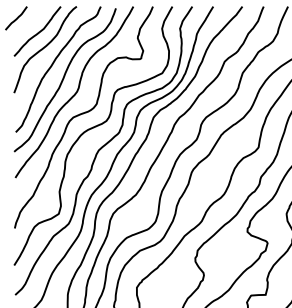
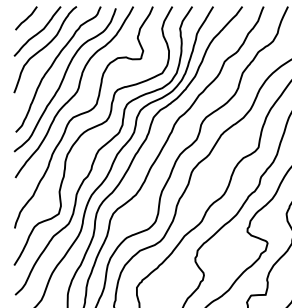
line at (16, 18) position: (16, 18) -> (26, 18)
